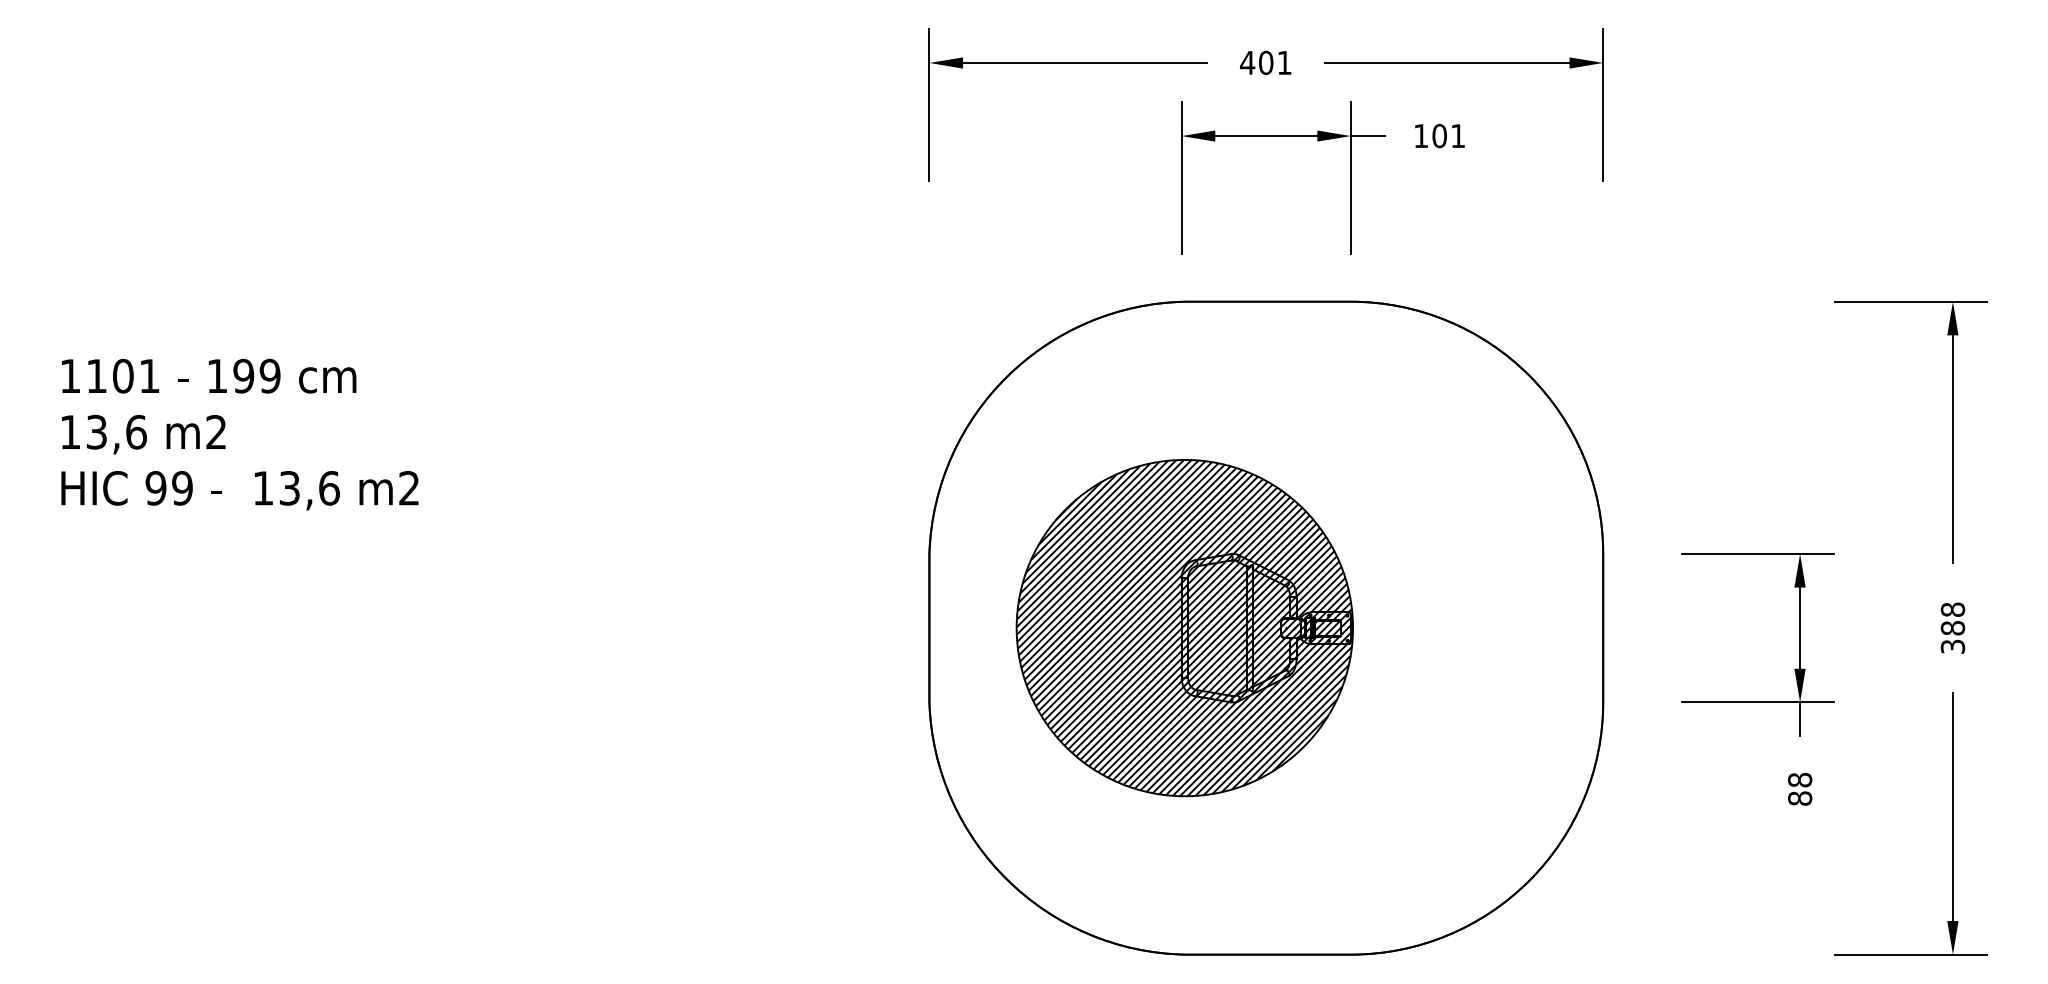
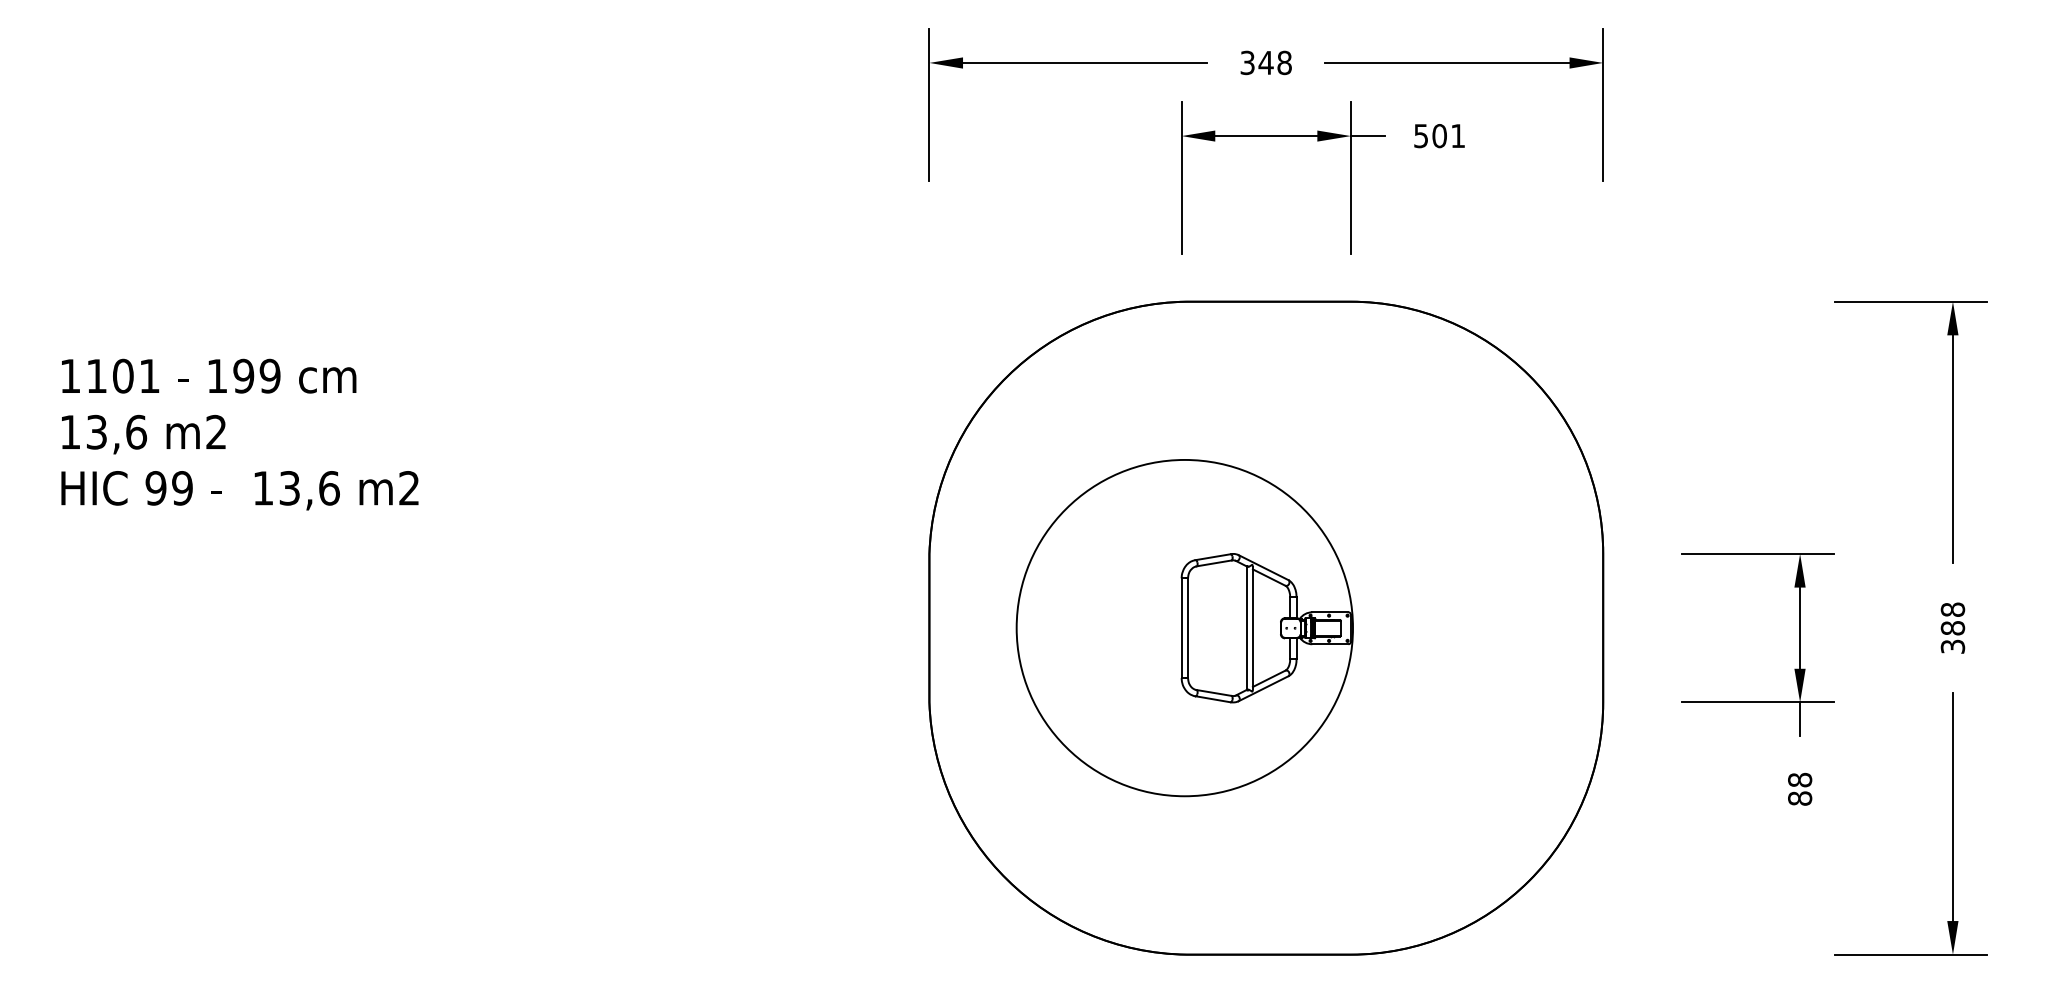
text at (1265, 62): 401 -> 348
text at (1420, 136): 101 -> 501
hatch at (1184, 627): present -> none
